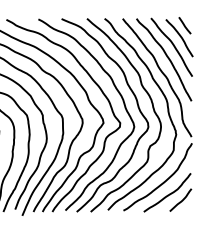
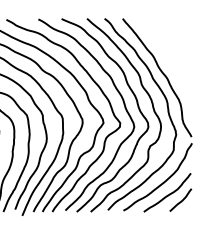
part at (164, 59): present -> none
